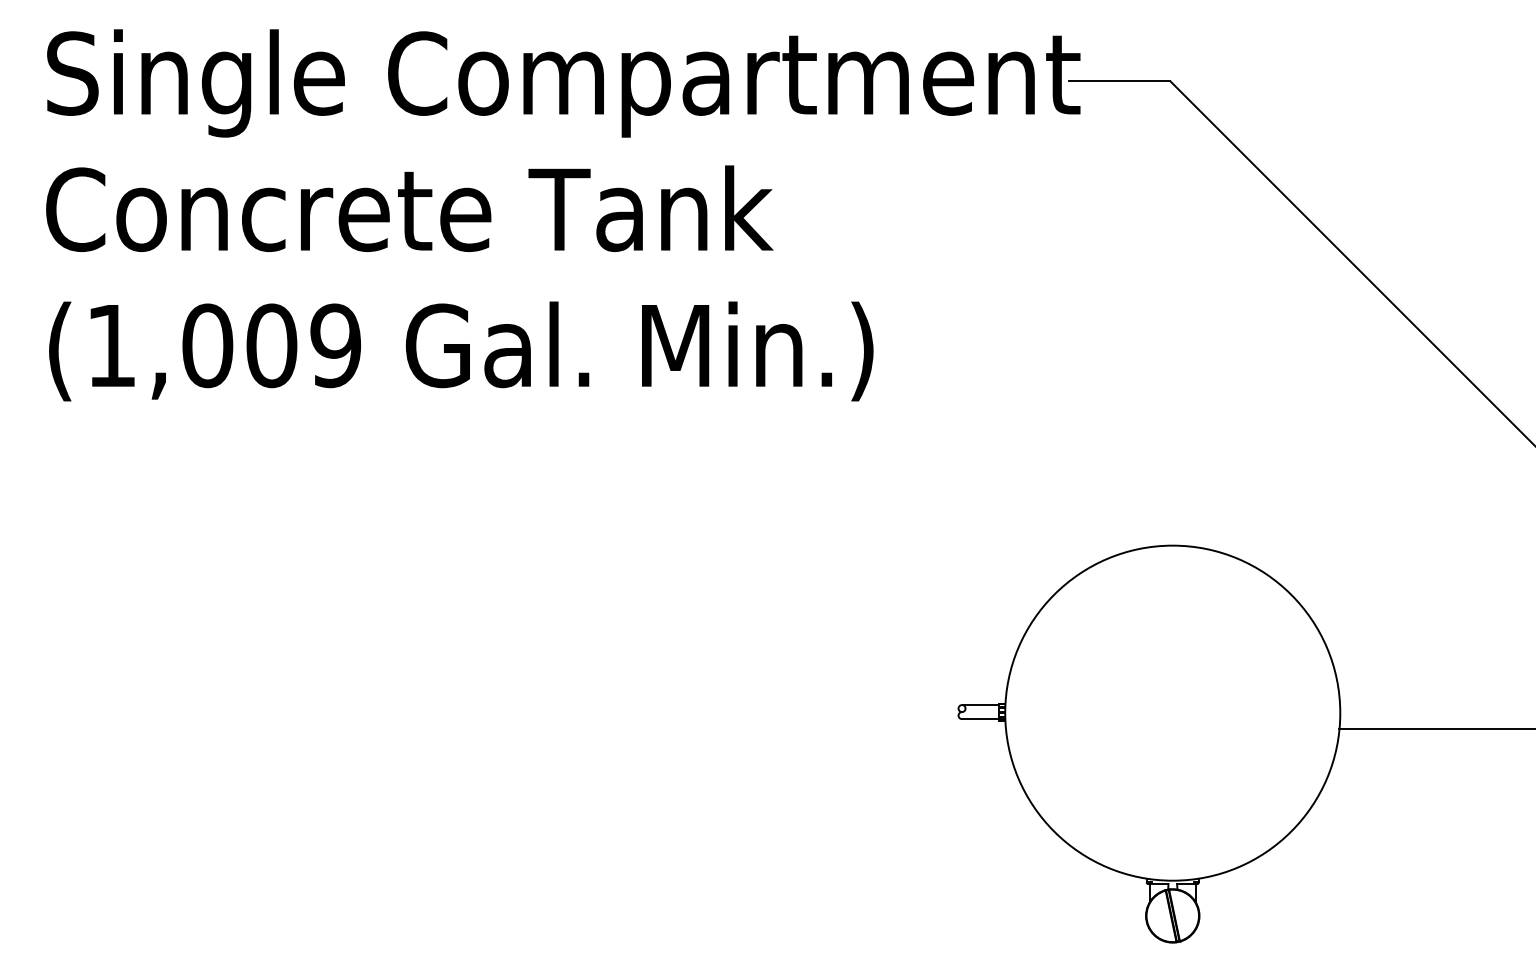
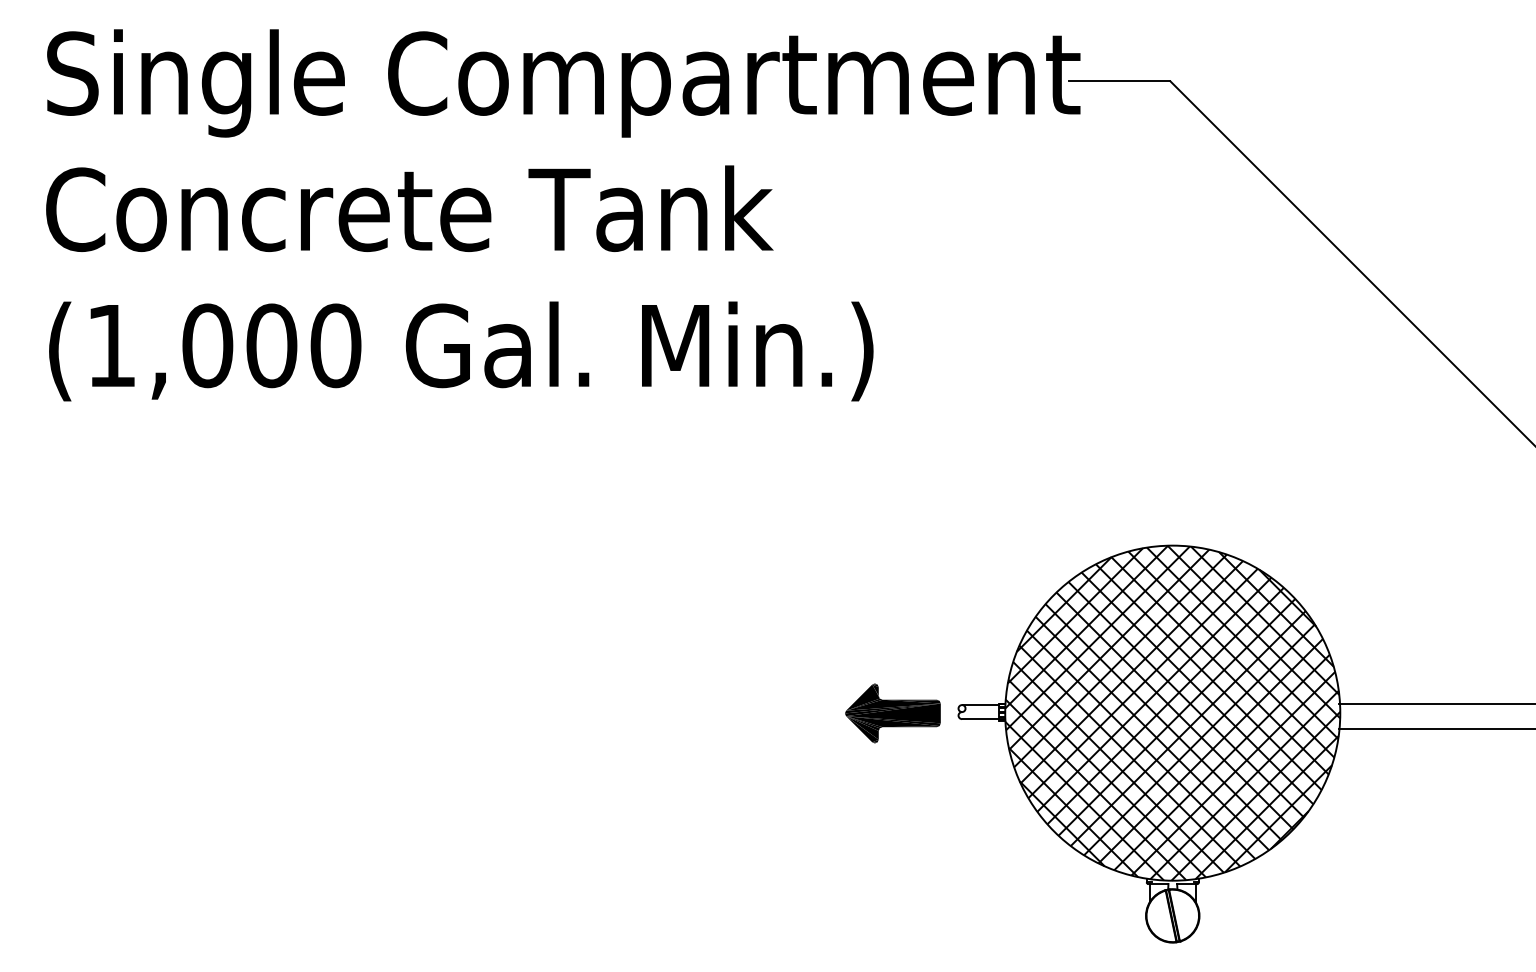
text at (335, 345): (1,009 -> (1,000
line at (1435, 703): none -> present
hatch at (1172, 712): none -> present
part at (892, 713): none -> present
